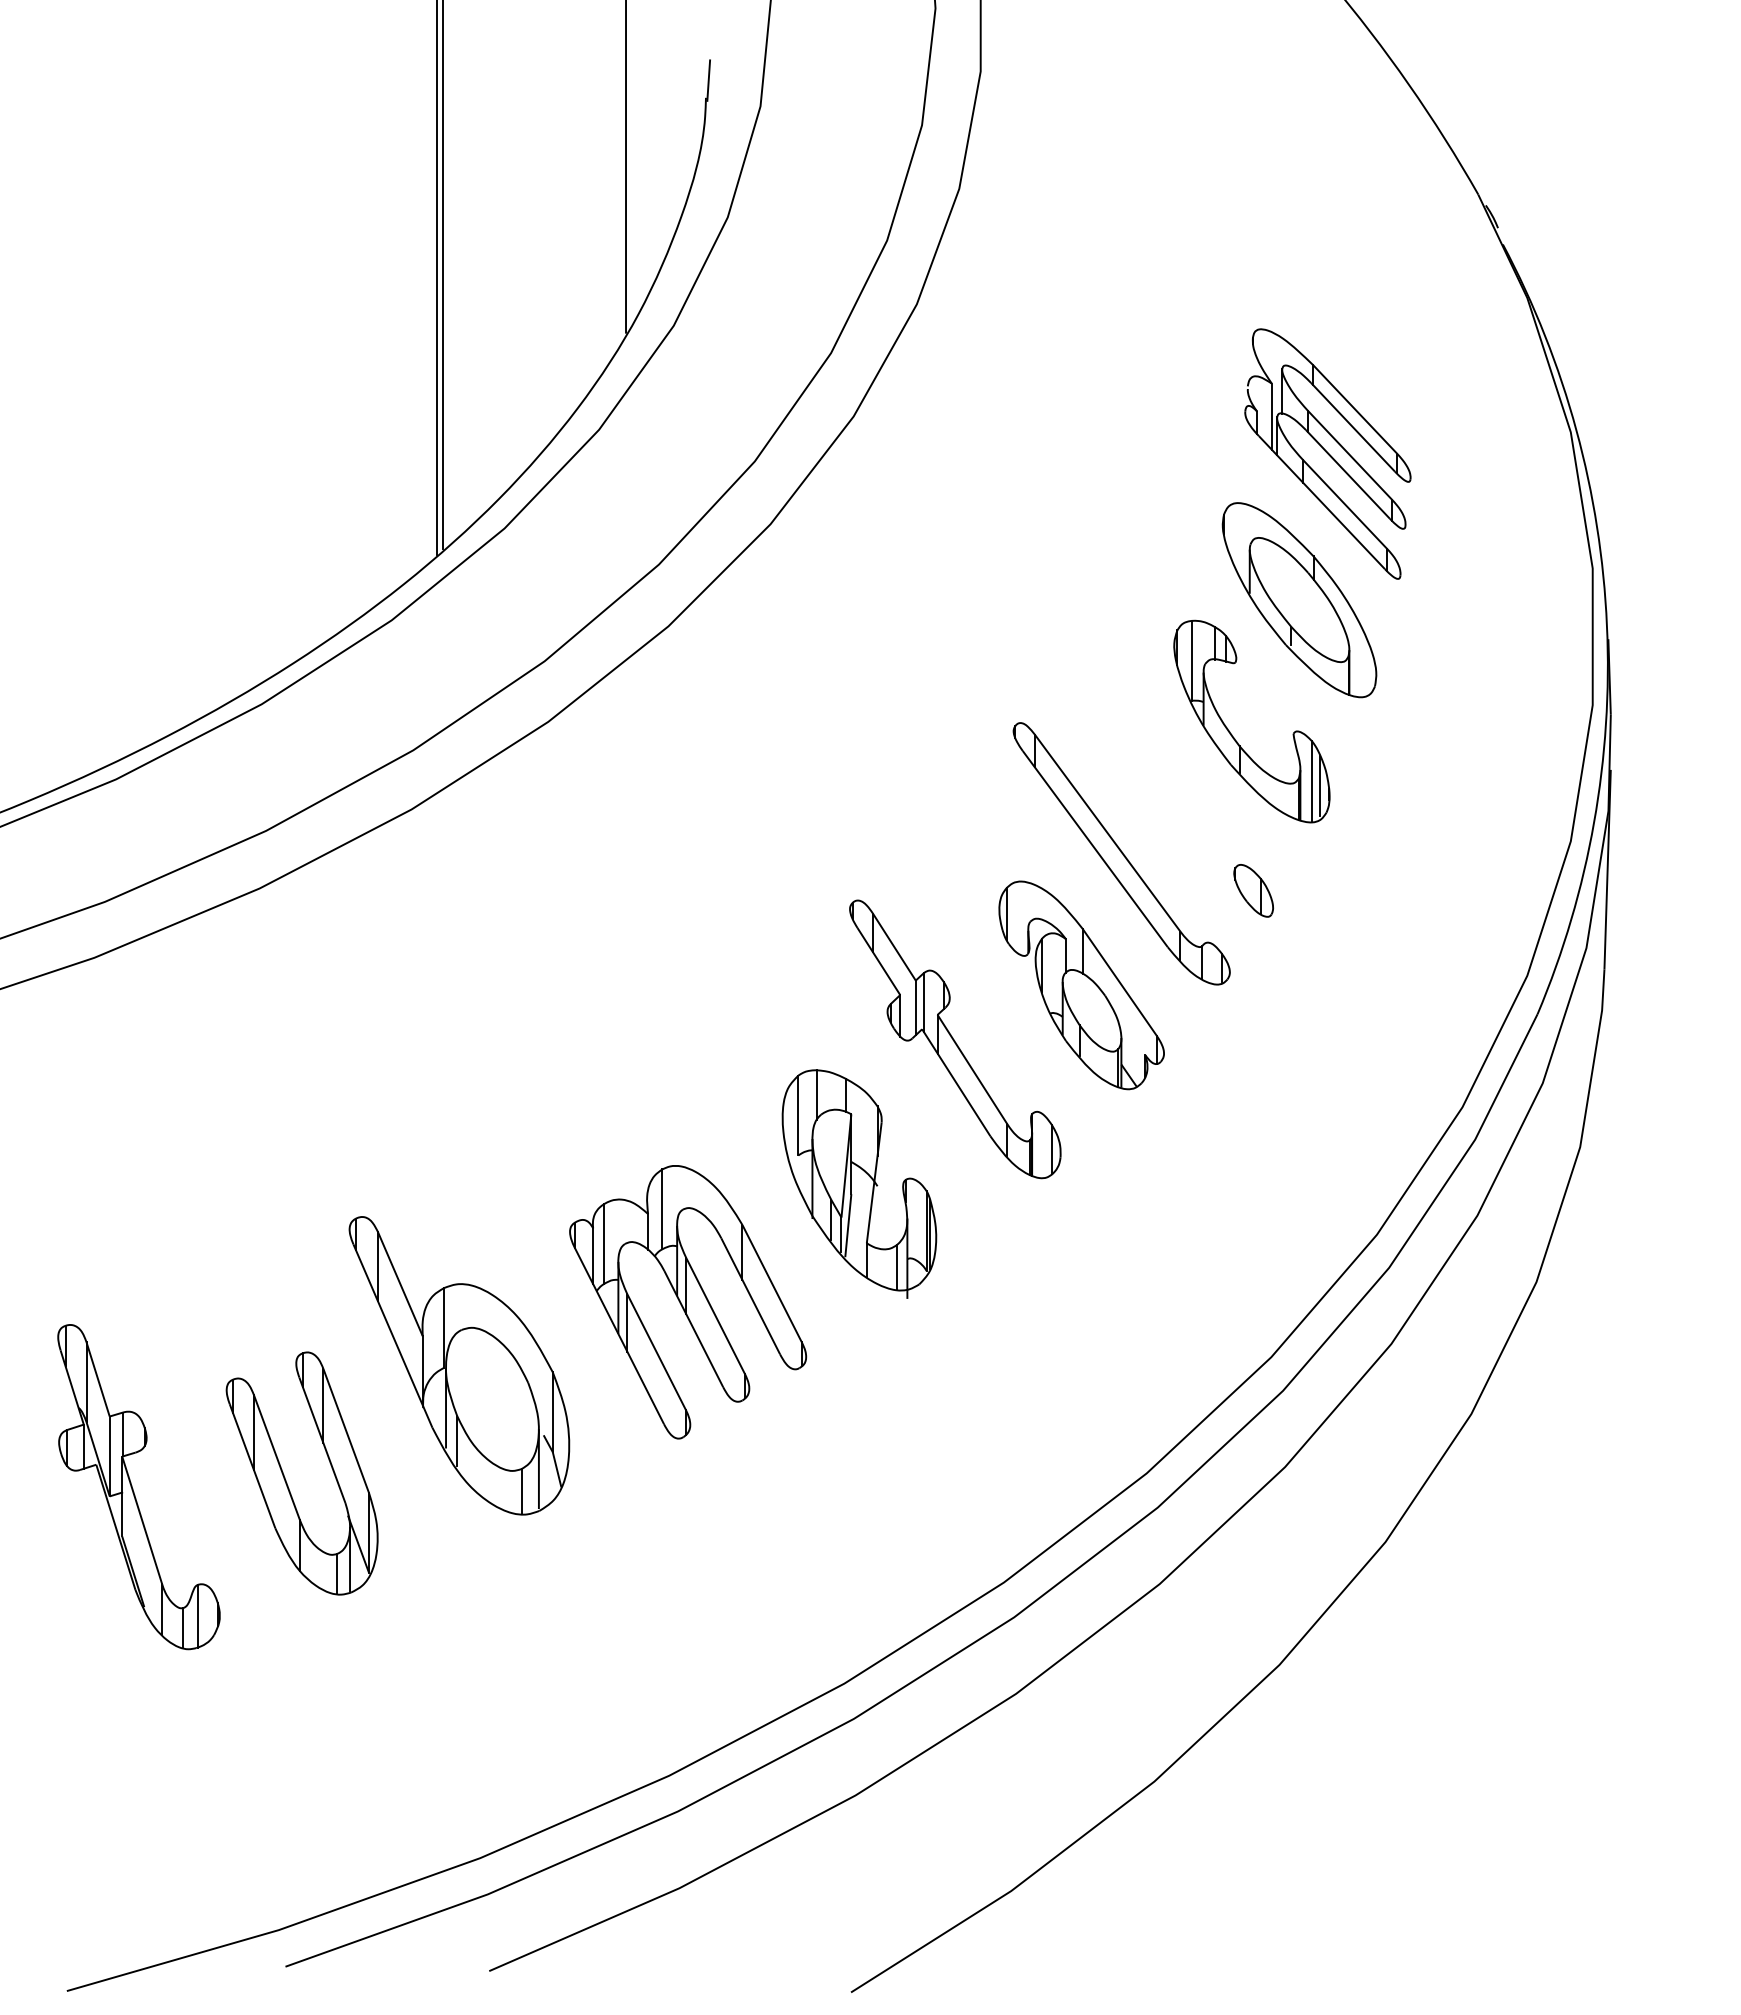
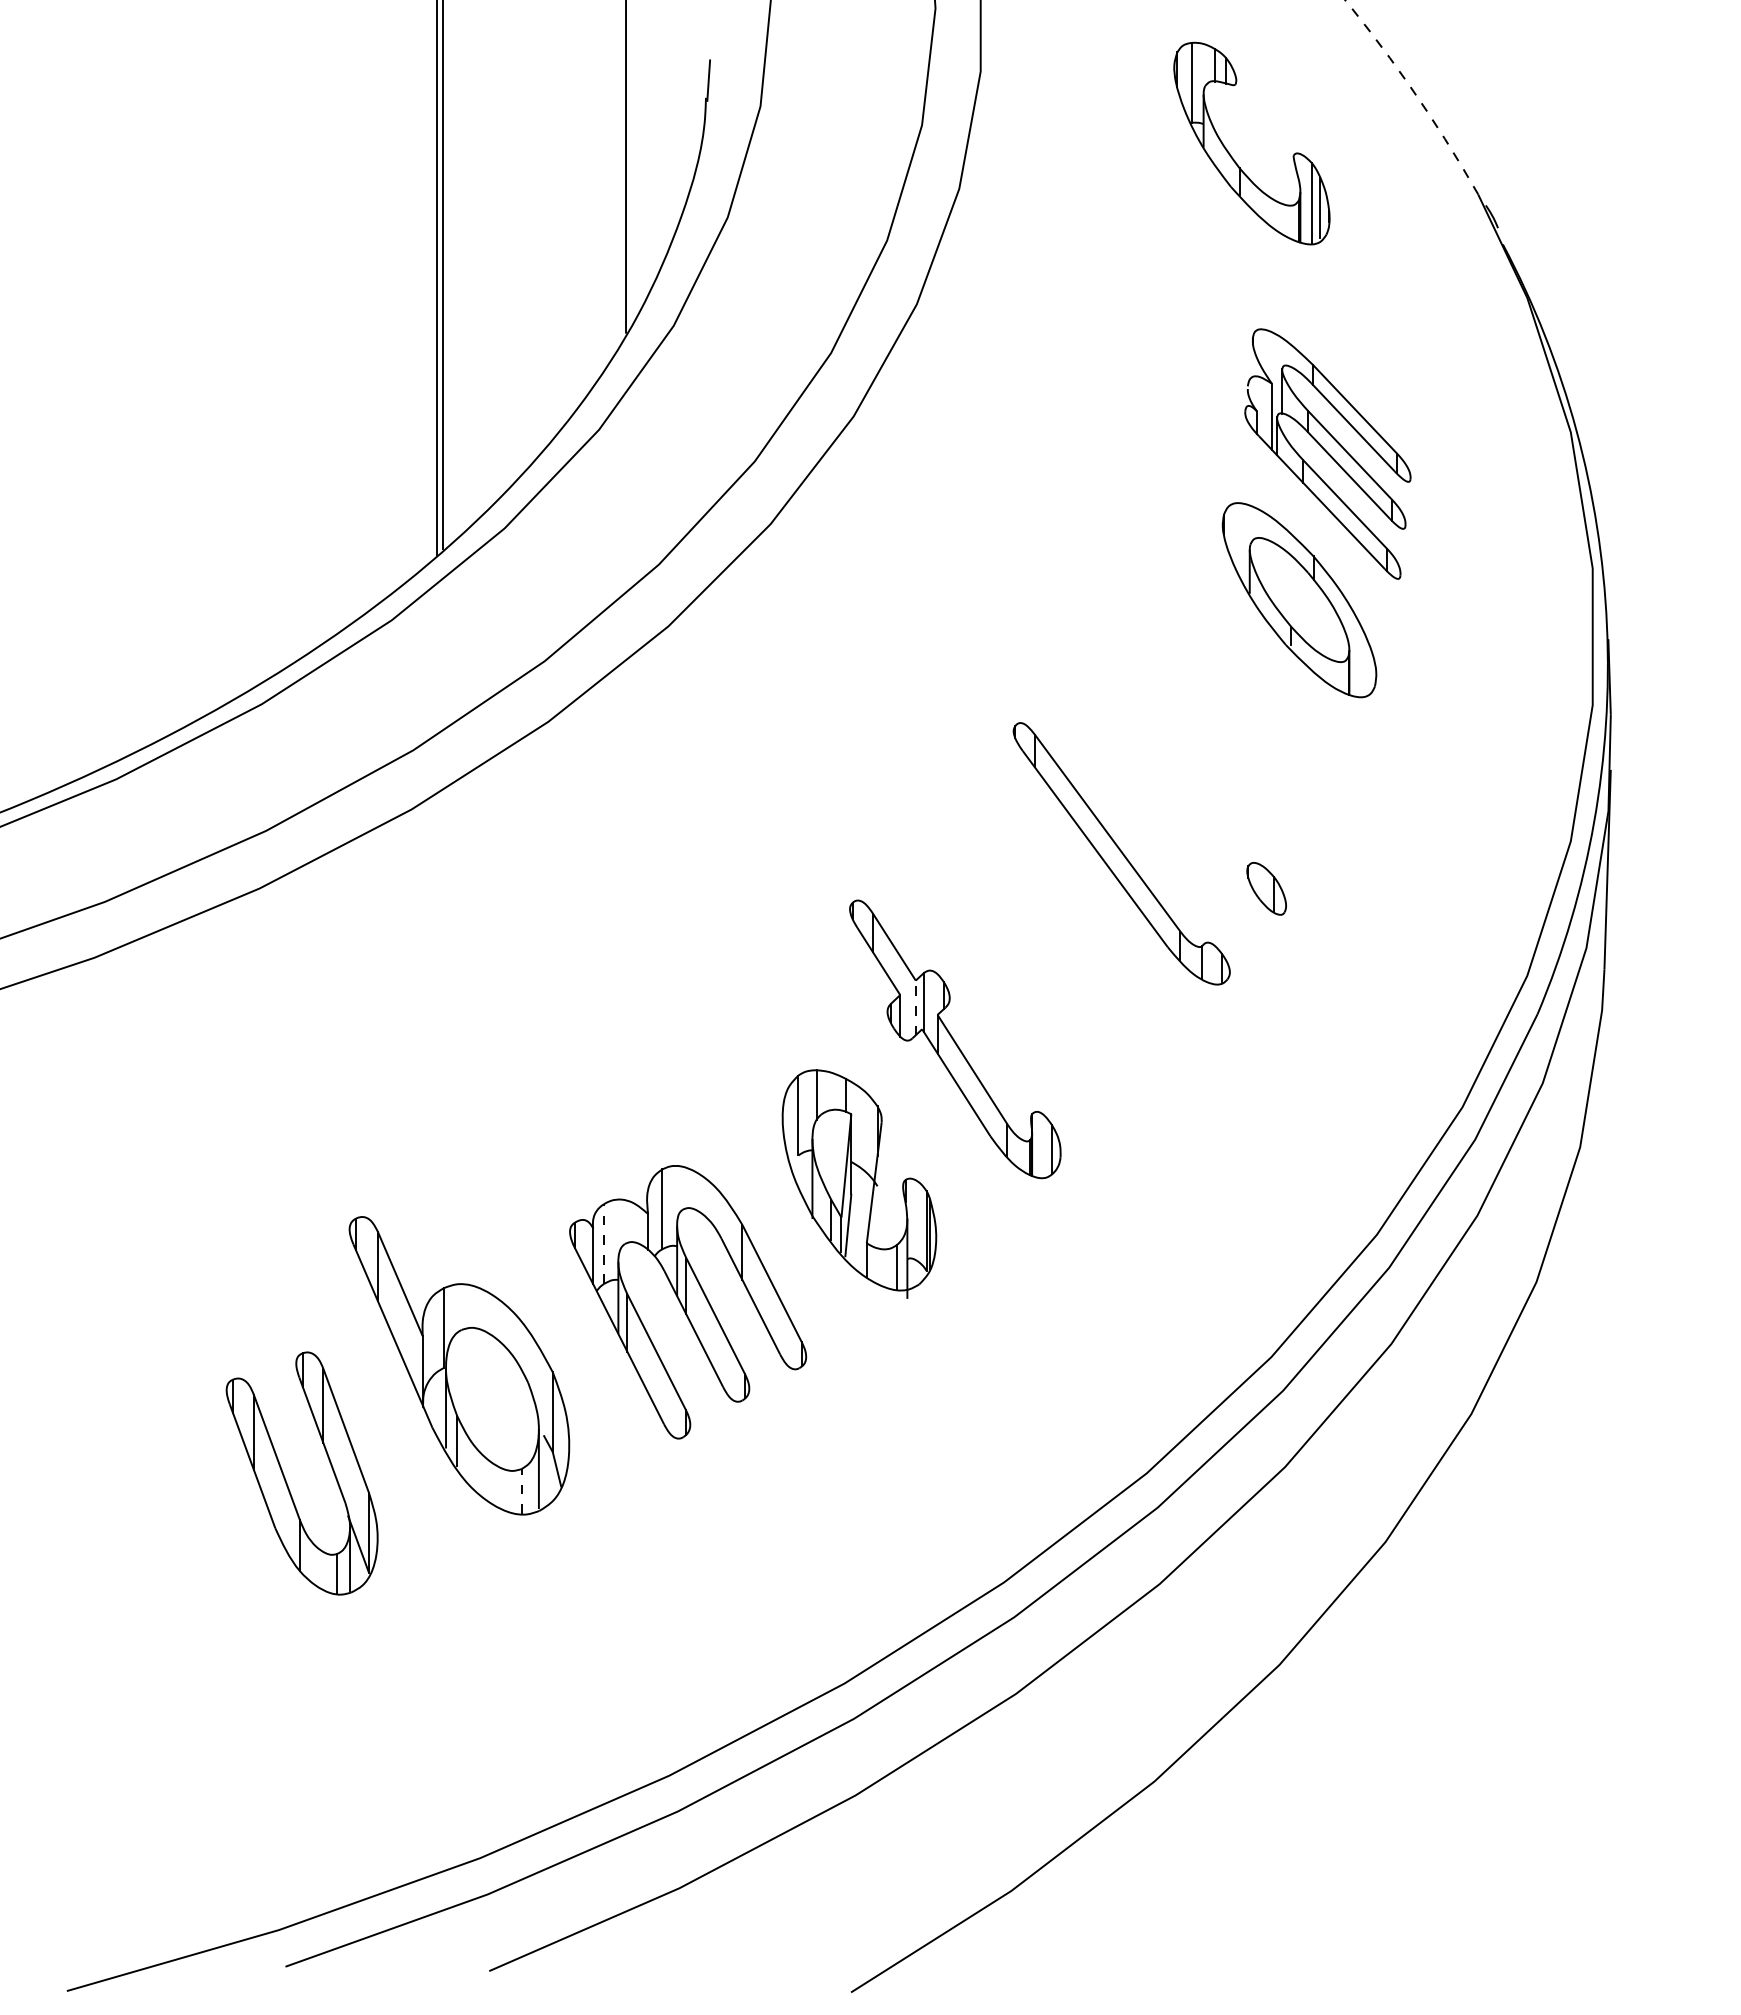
arc at (1415, 94): solid -> dashed
part at (1232, 734) position: (1232, 734) -> (1232, 156)
part at (1253, 890) position: (1253, 890) -> (1266, 888)
part at (1081, 985): present -> none
line at (915, 1007): solid -> dashed
line at (604, 1244): solid -> dashed
part at (138, 1487): present -> none
line at (521, 1491): solid -> dashed
